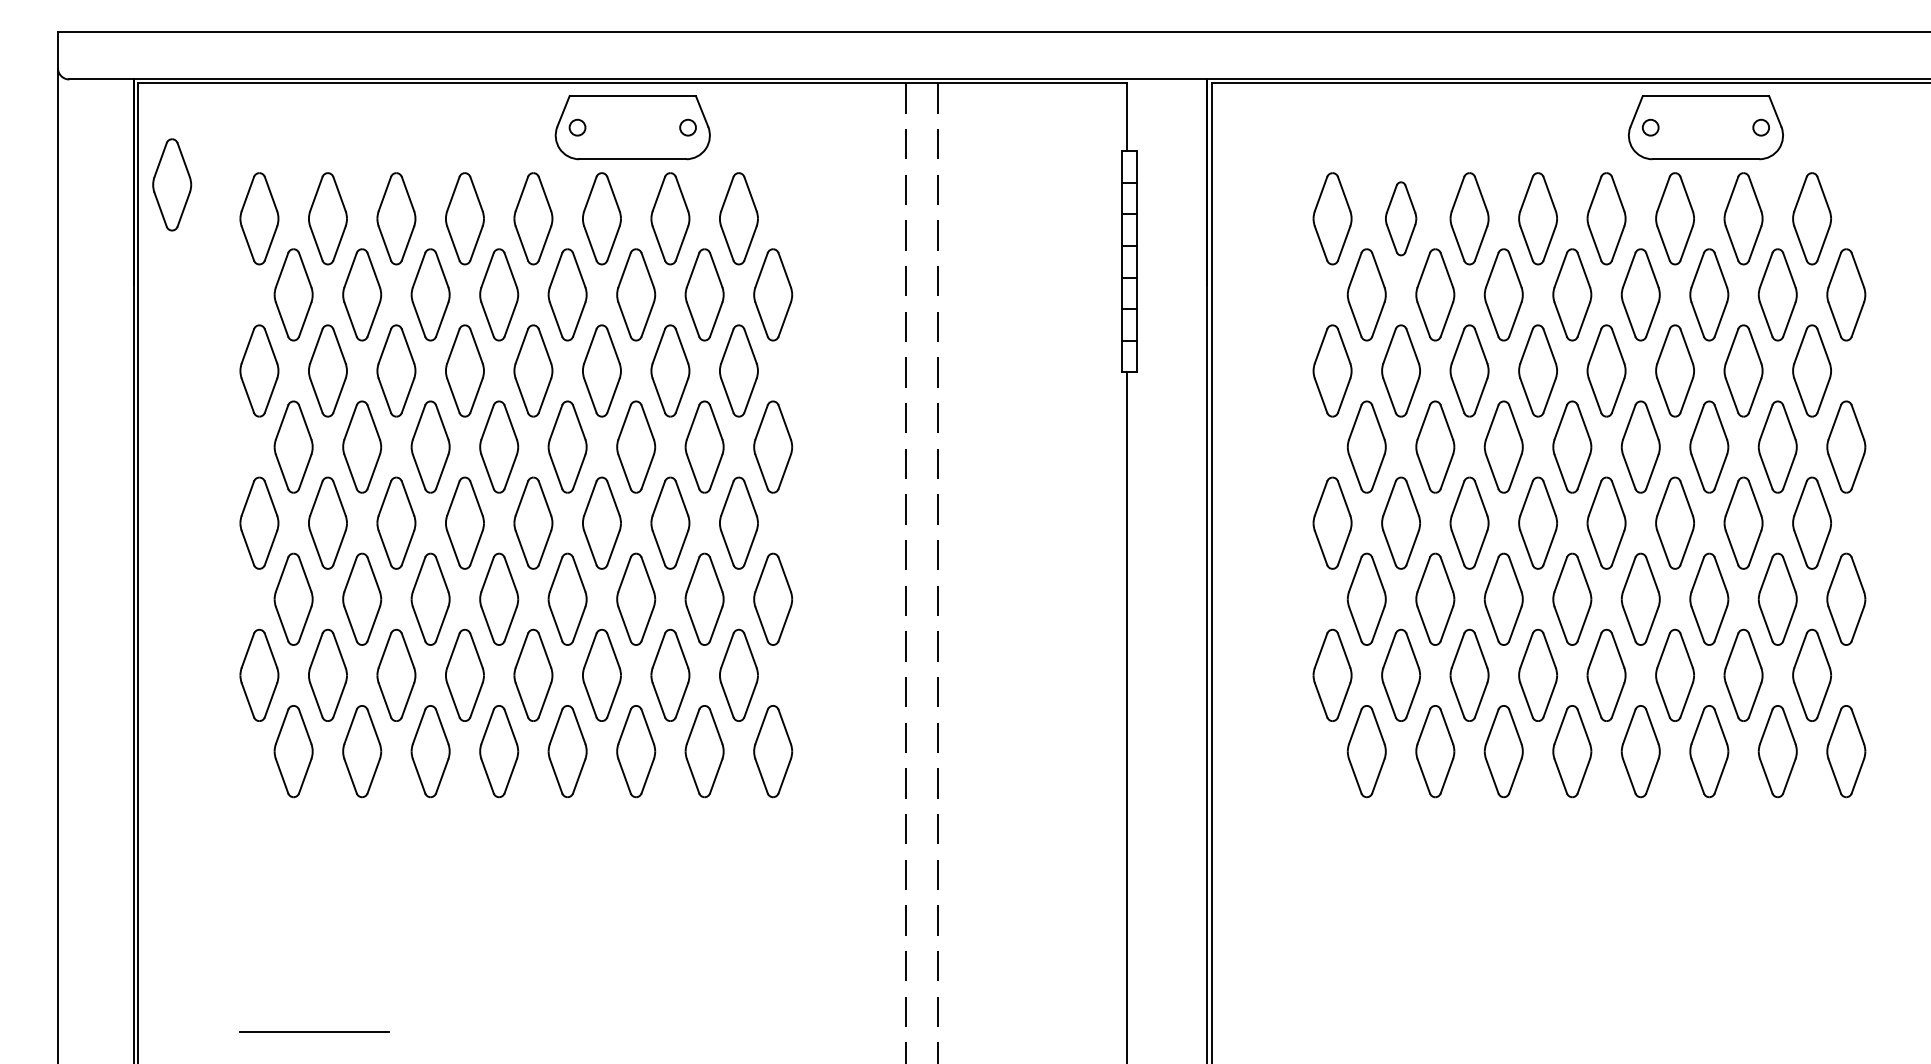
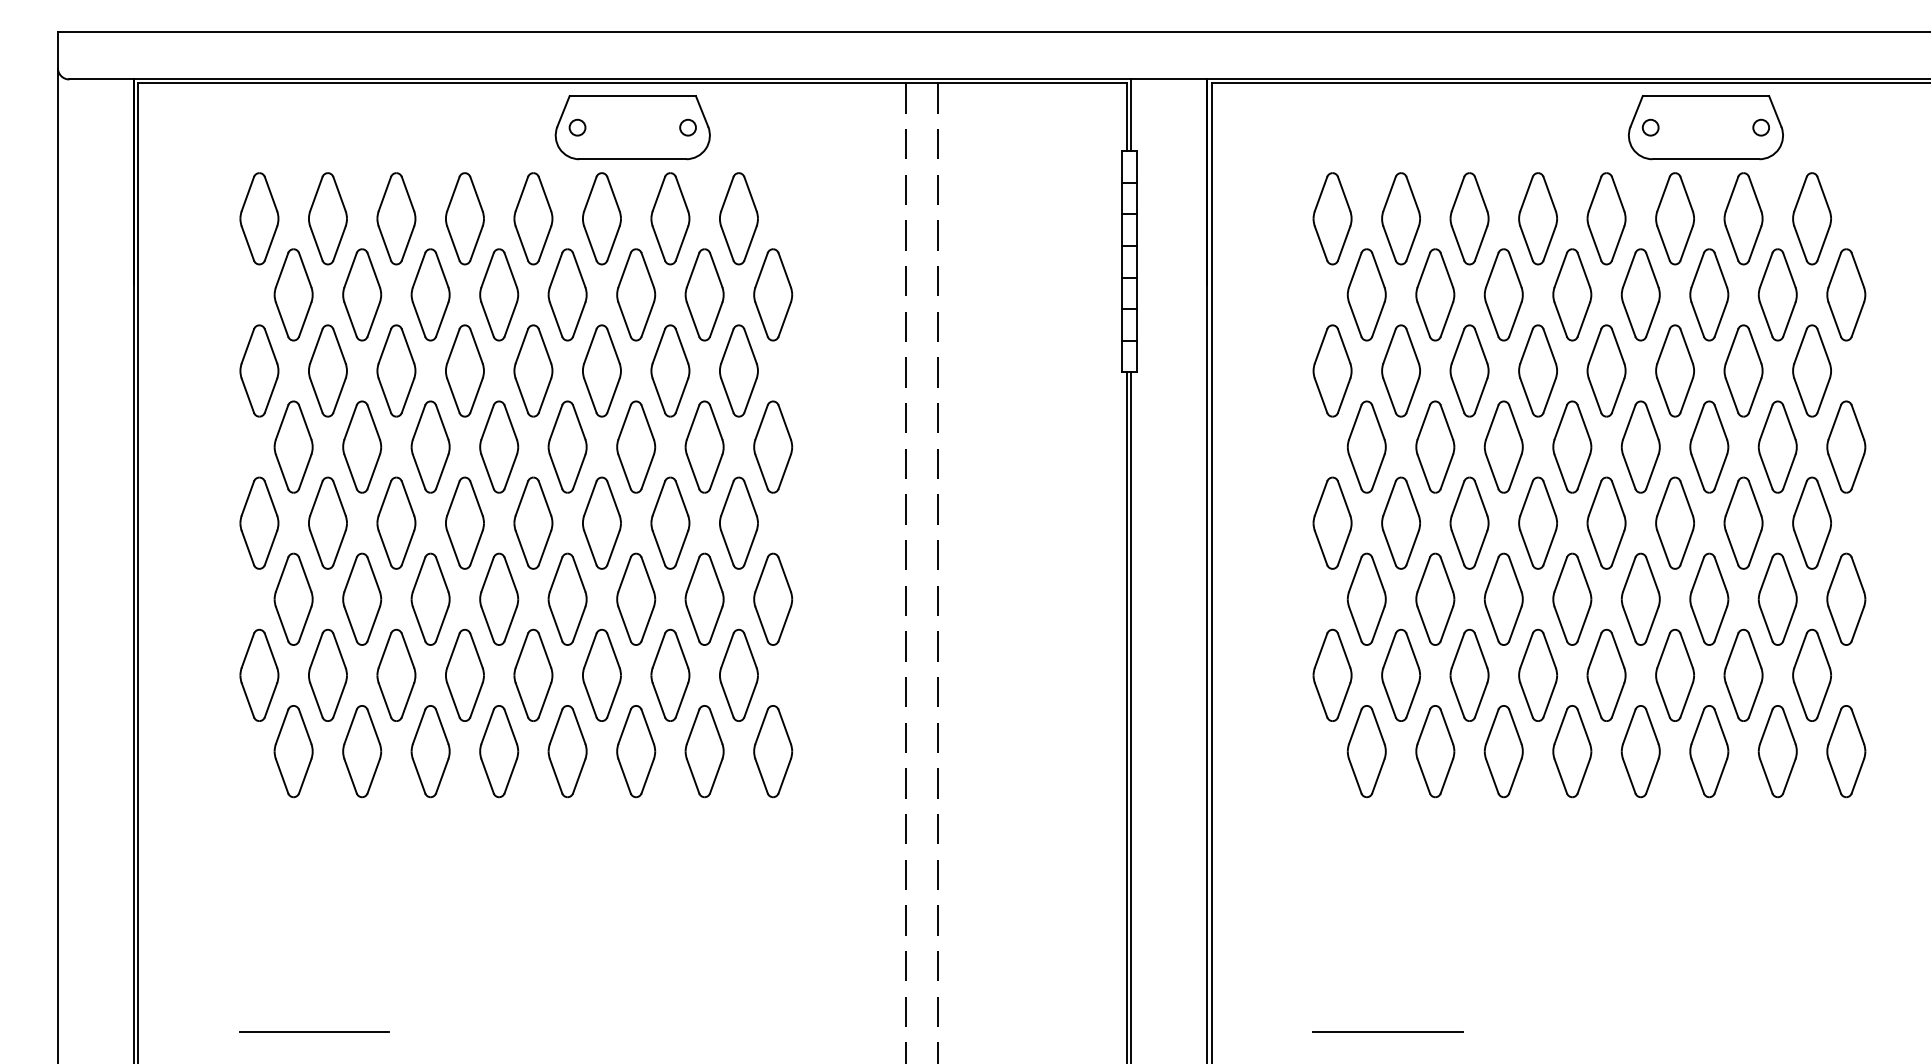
line at (1131, 115): none -> present
part at (172, 184): present -> none
part at (1401, 218) size: 33x76 px -> 40x94 px
line at (1131, 716): none -> present
line at (1387, 1031): none -> present
